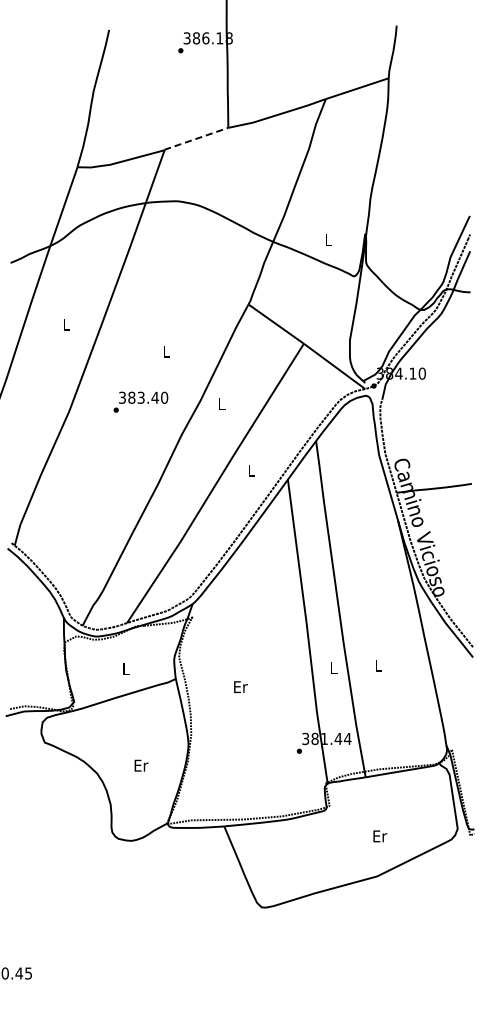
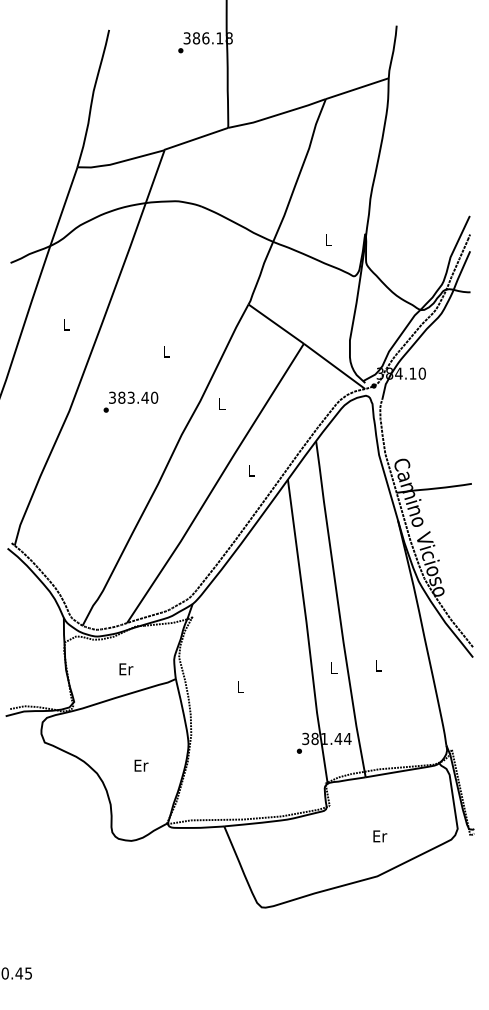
line at (195, 139): dashed -> solid
text at (140, 401) position: (140, 401) -> (130, 401)
text at (126, 669): L -> Er
text at (240, 687): Er -> L
